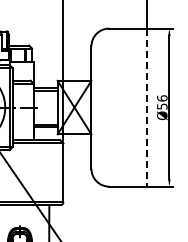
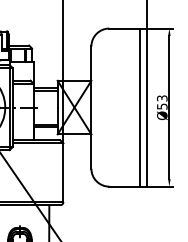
text at (162, 98): Ø56 -> Ø53
line at (139, 107): none -> present
line at (146, 108): dashed -> solid
